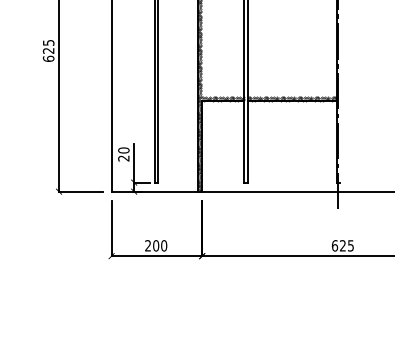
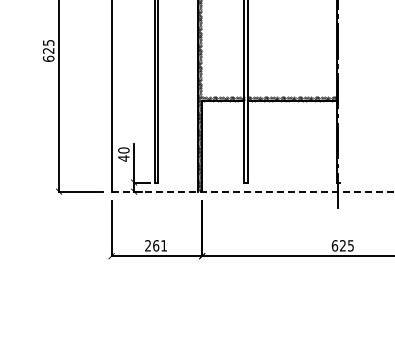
text at (123, 158): 20 -> 40
line at (253, 191): solid -> dashed
text at (160, 245): 200 -> 261
